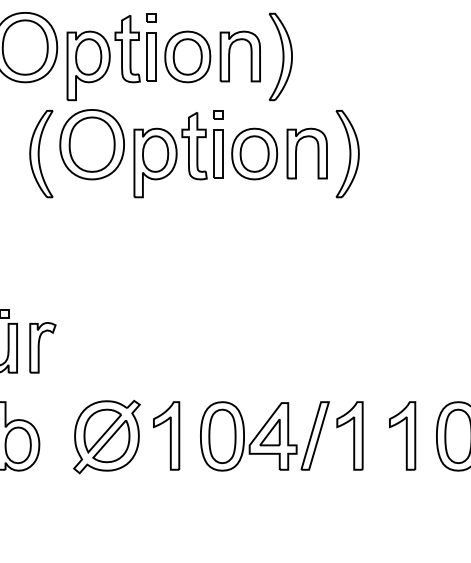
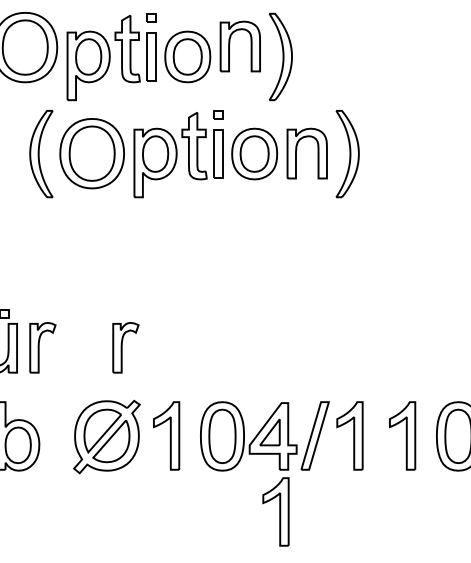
part at (230, 53) position: (230, 53) -> (230, 43)
part at (91, 144) position: (91, 144) -> (91, 153)
part at (125, 347): none -> present
part at (275, 511): none -> present
